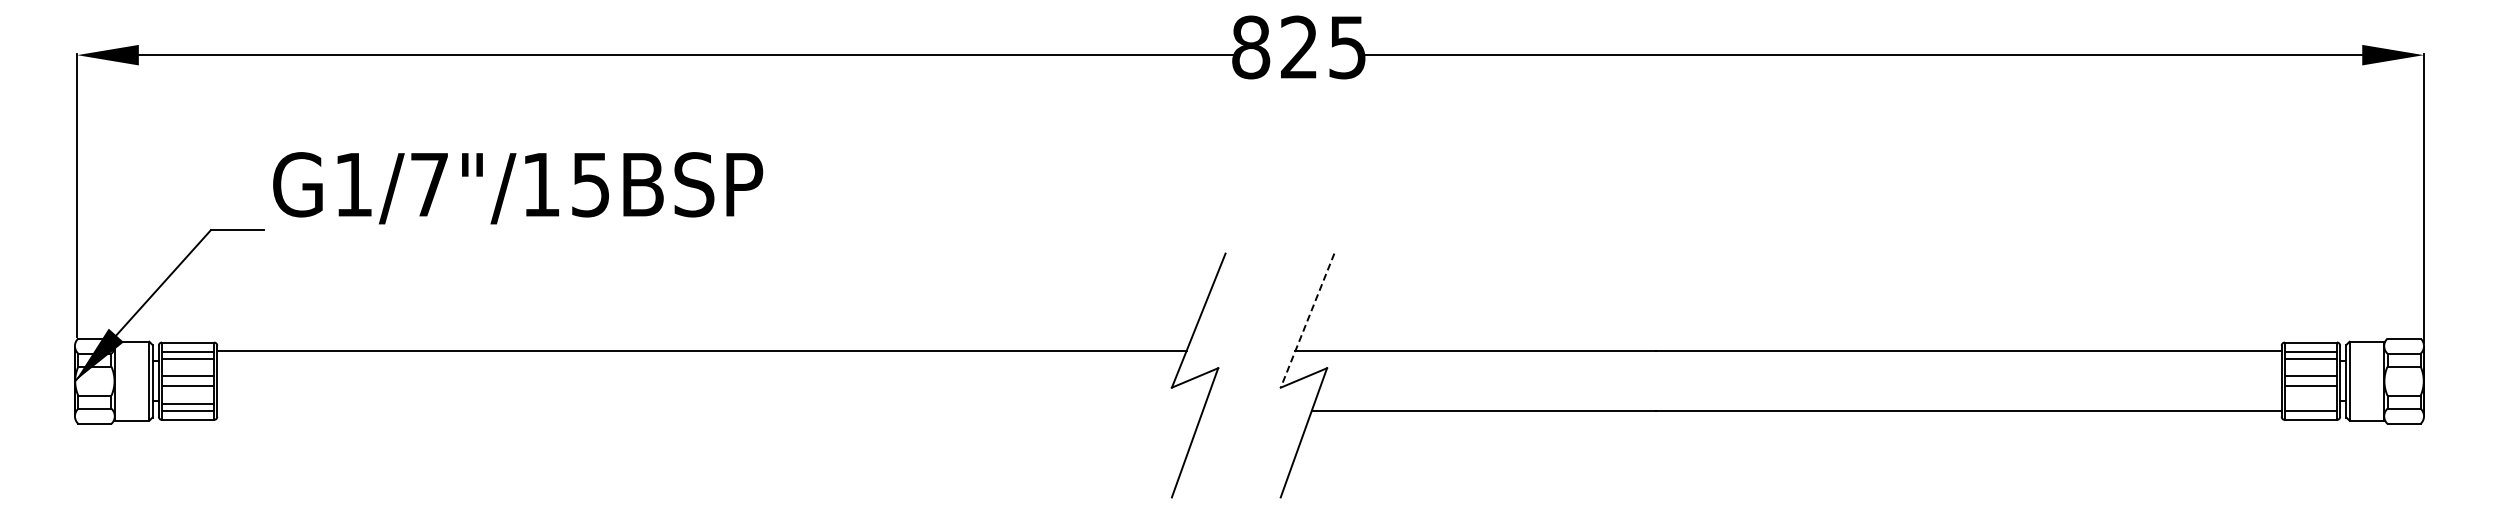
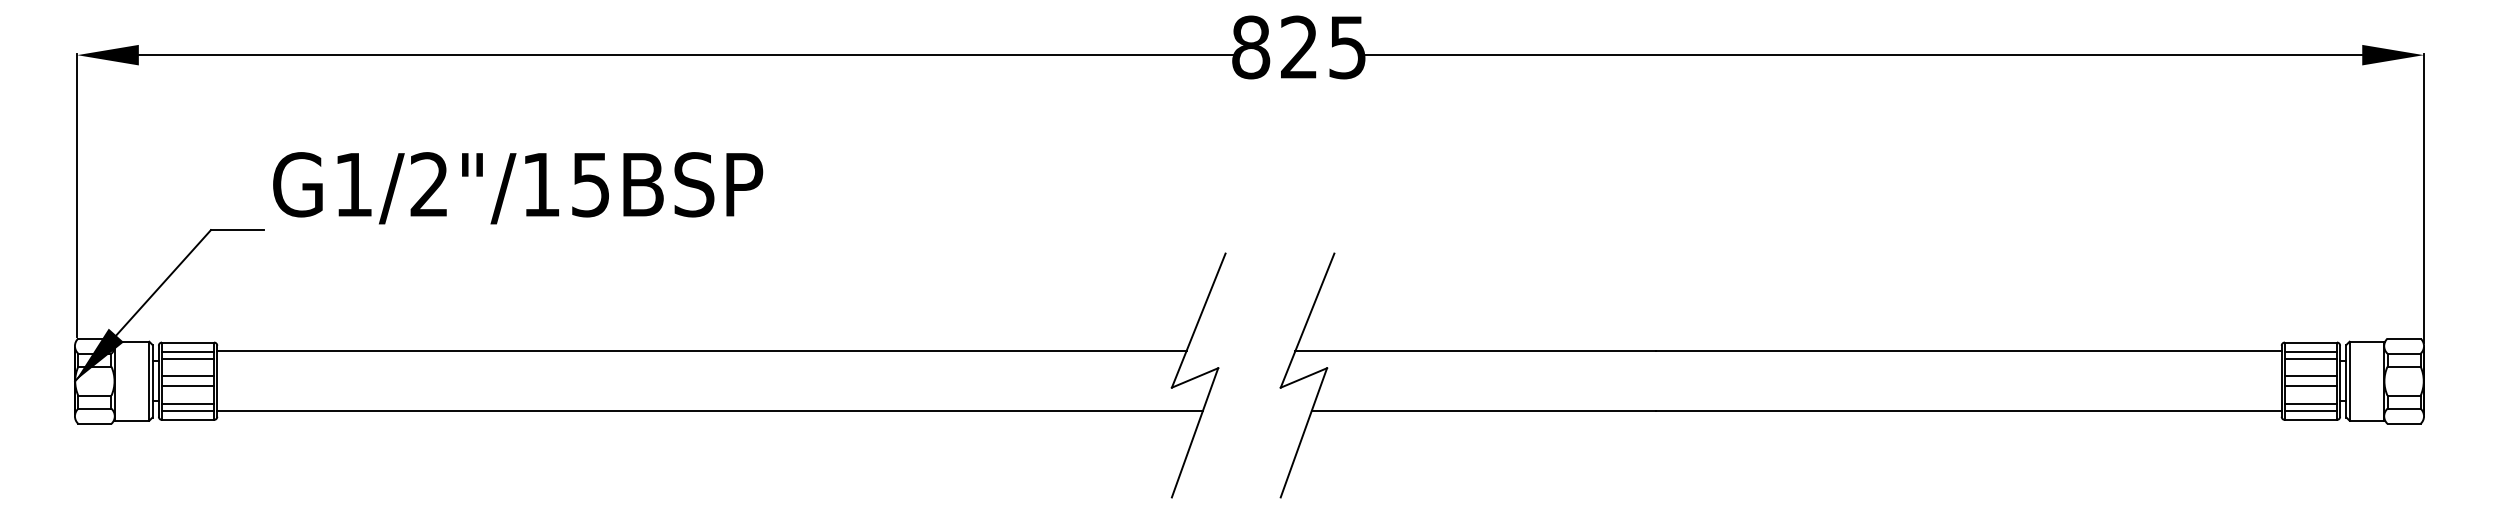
text at (428, 184): G1/7"/15BSP -> G1/2"/15BSP
line at (1307, 321): dashed -> solid
line at (2310, 403): none -> present
line at (709, 411): none -> present
